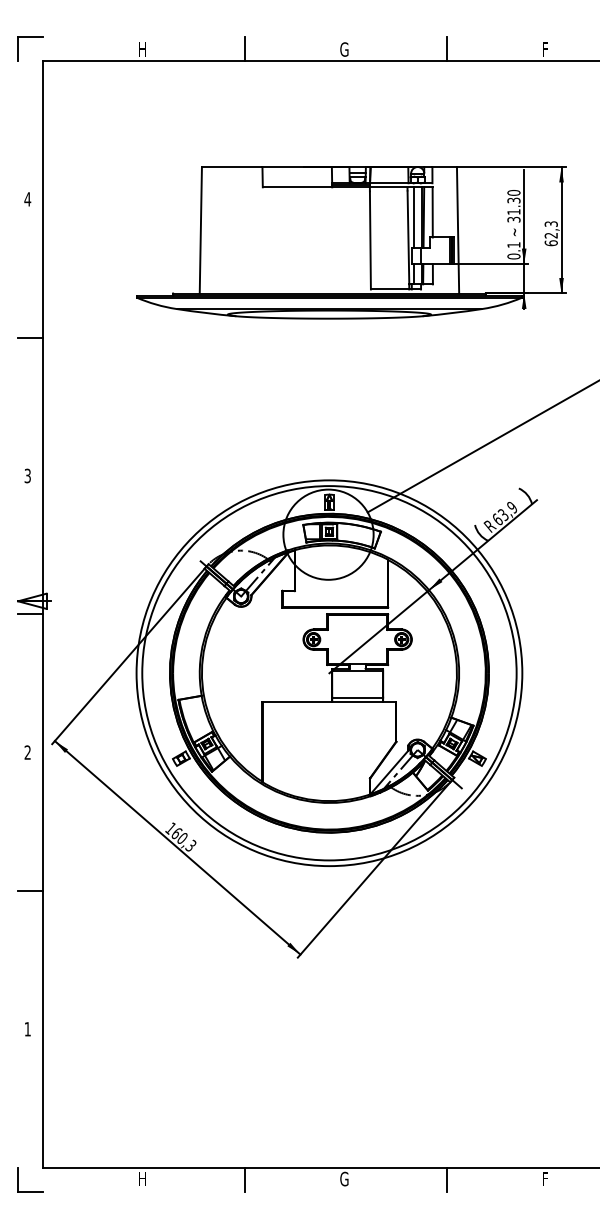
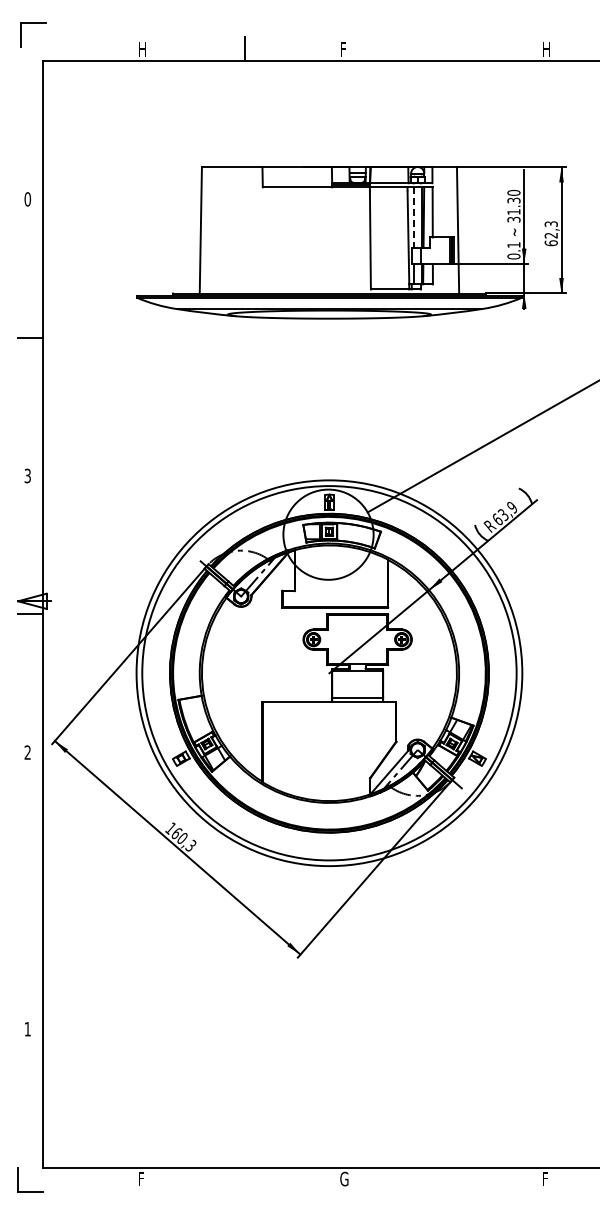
part at (30, 37) position: (30, 37) -> (33, 23)
line at (446, 48): present -> none
text at (344, 49): G -> F
text at (546, 49): F -> H
text at (27, 199): 4 -> 0
line at (413, 218): solid -> dashed
line at (30, 891): present -> none
text at (142, 1178): H -> F
line at (244, 1179): present -> none
line at (446, 1179): present -> none
